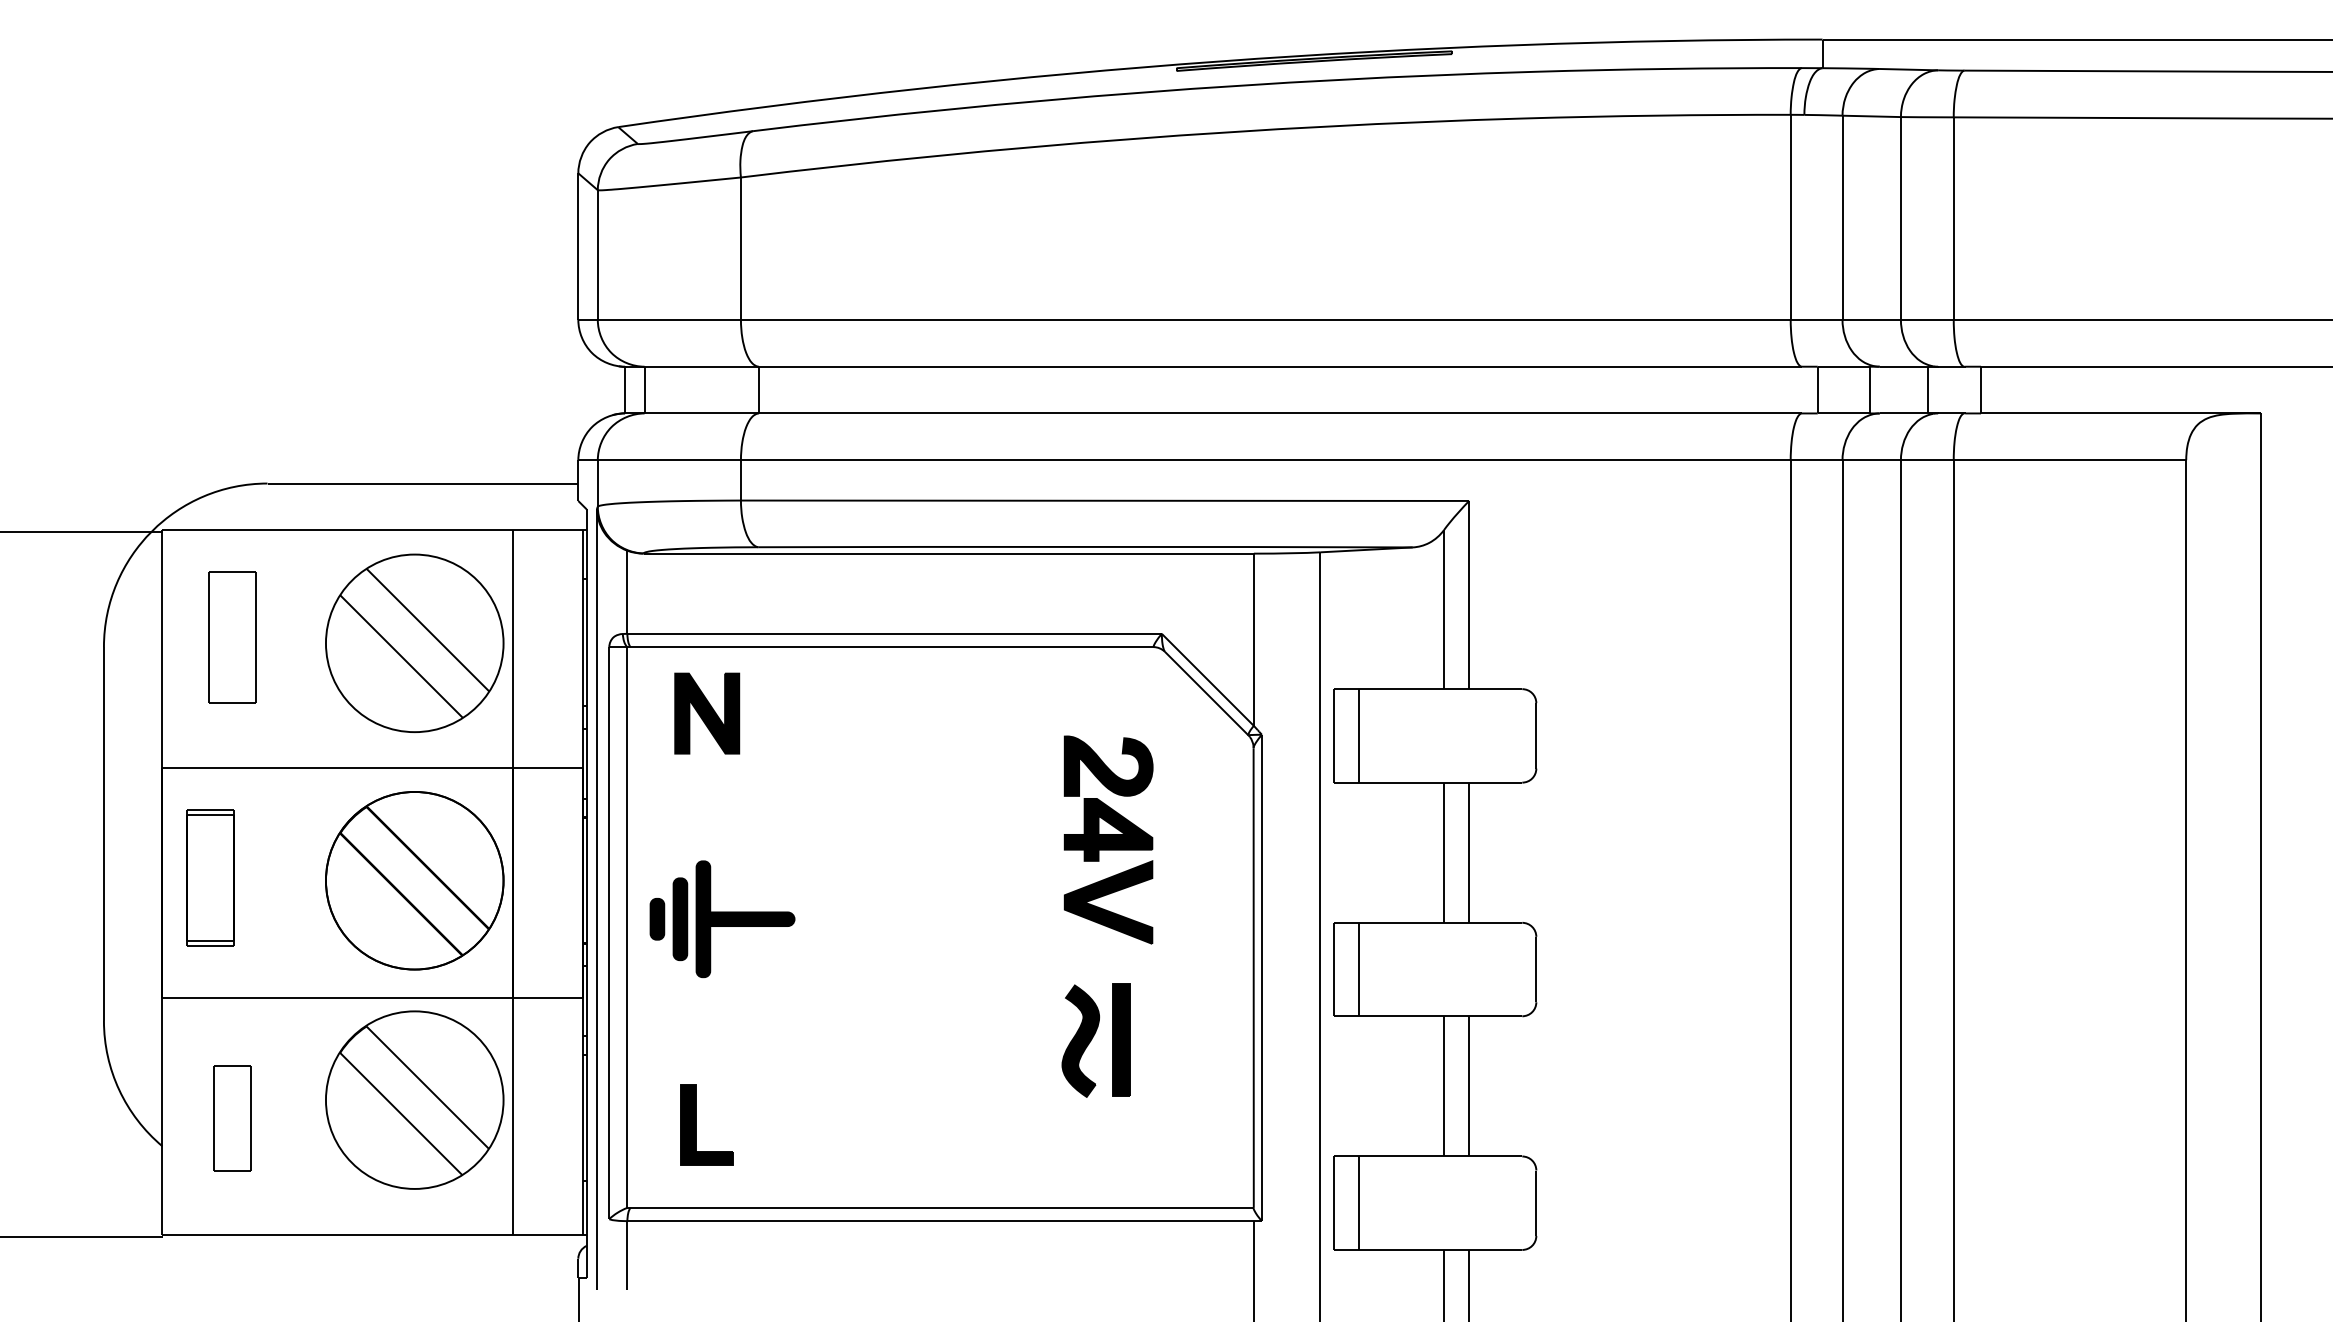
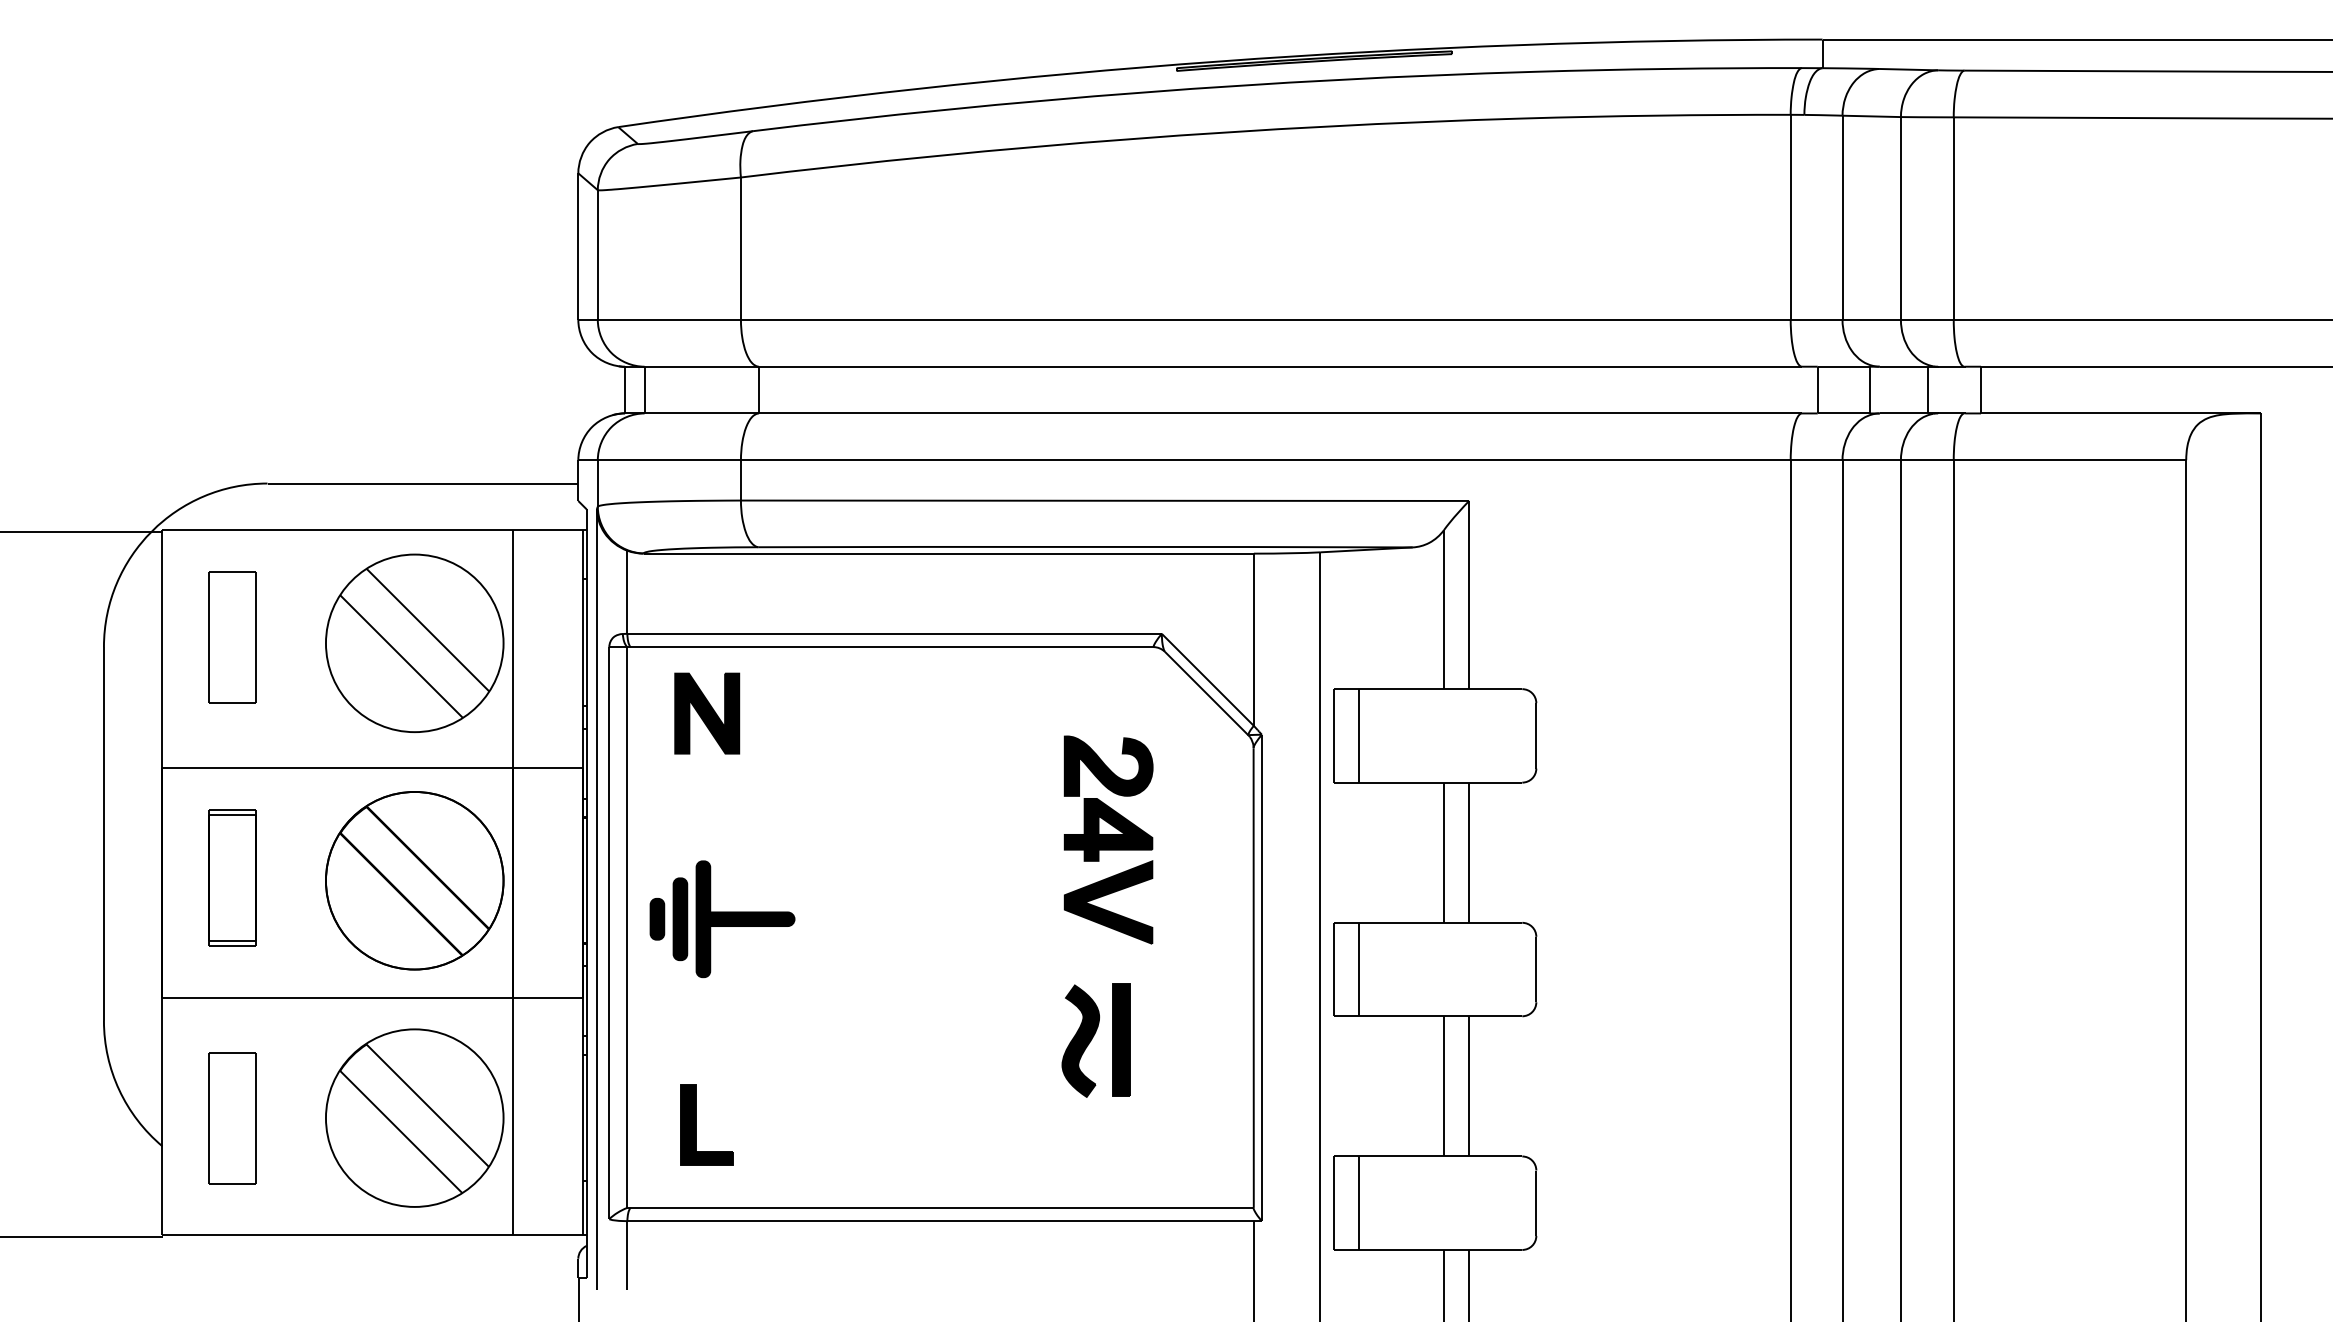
part at (210, 877) position: (210, 877) -> (232, 877)
part at (414, 1099) position: (414, 1099) -> (414, 1117)
part at (232, 1118) size: 39x107 px -> 49x133 px
